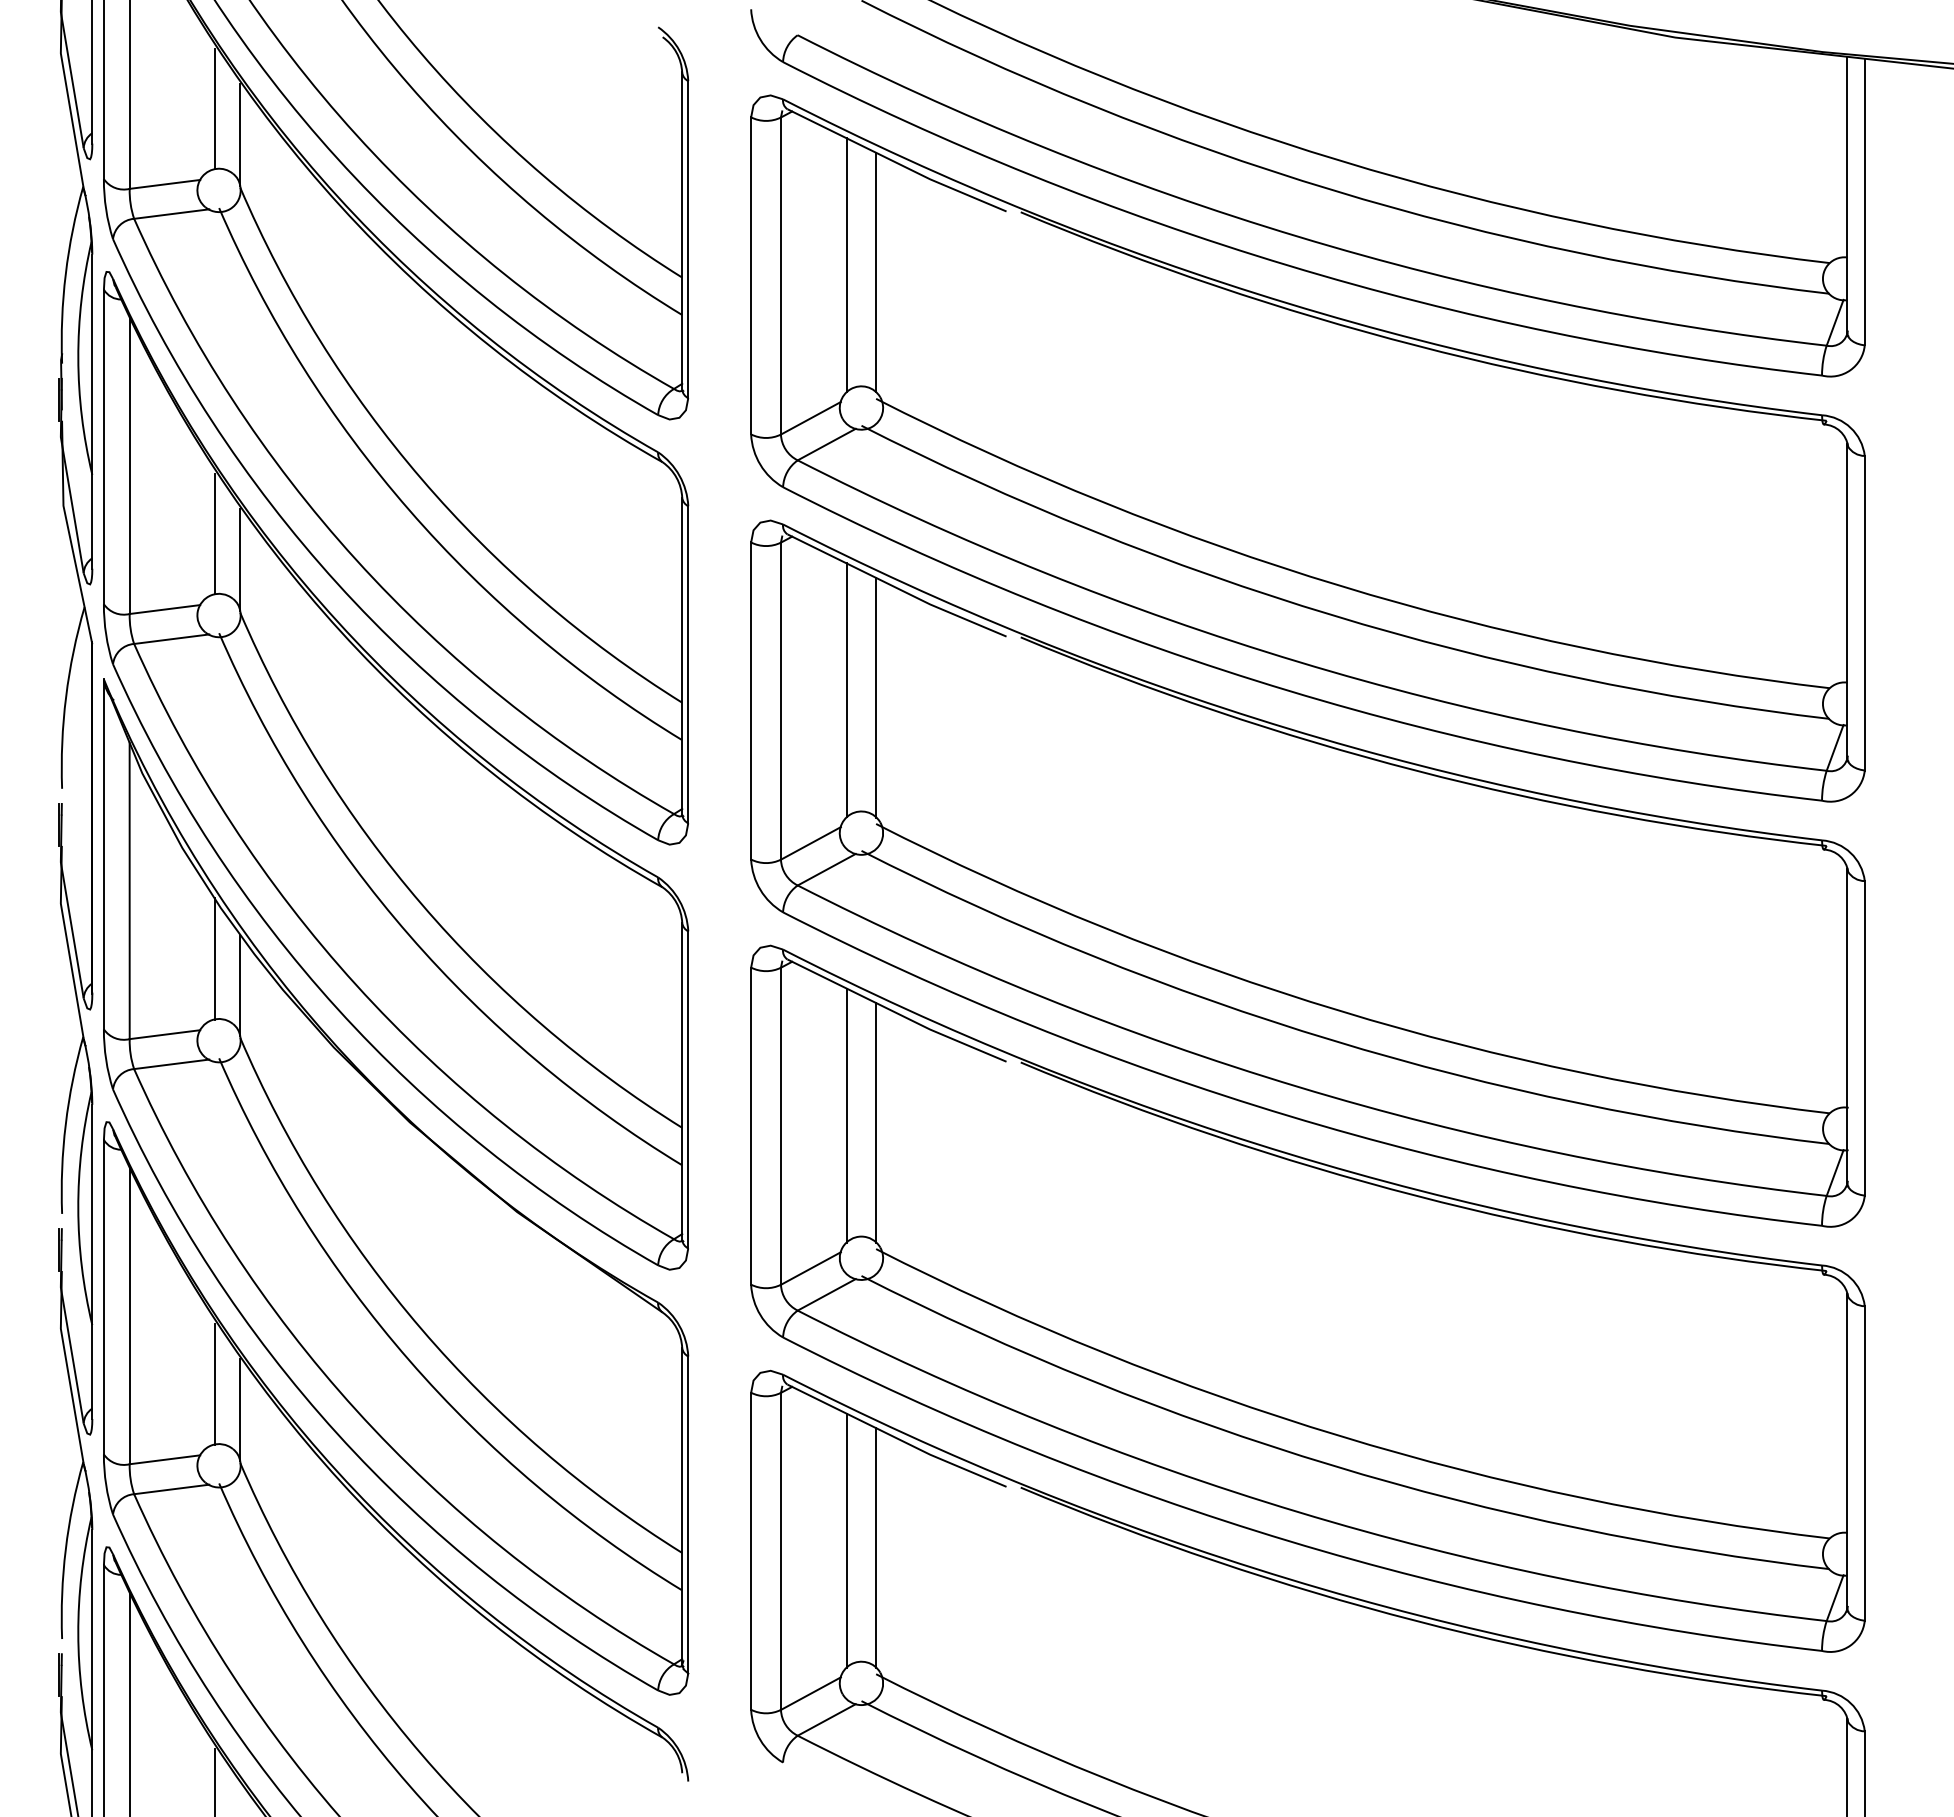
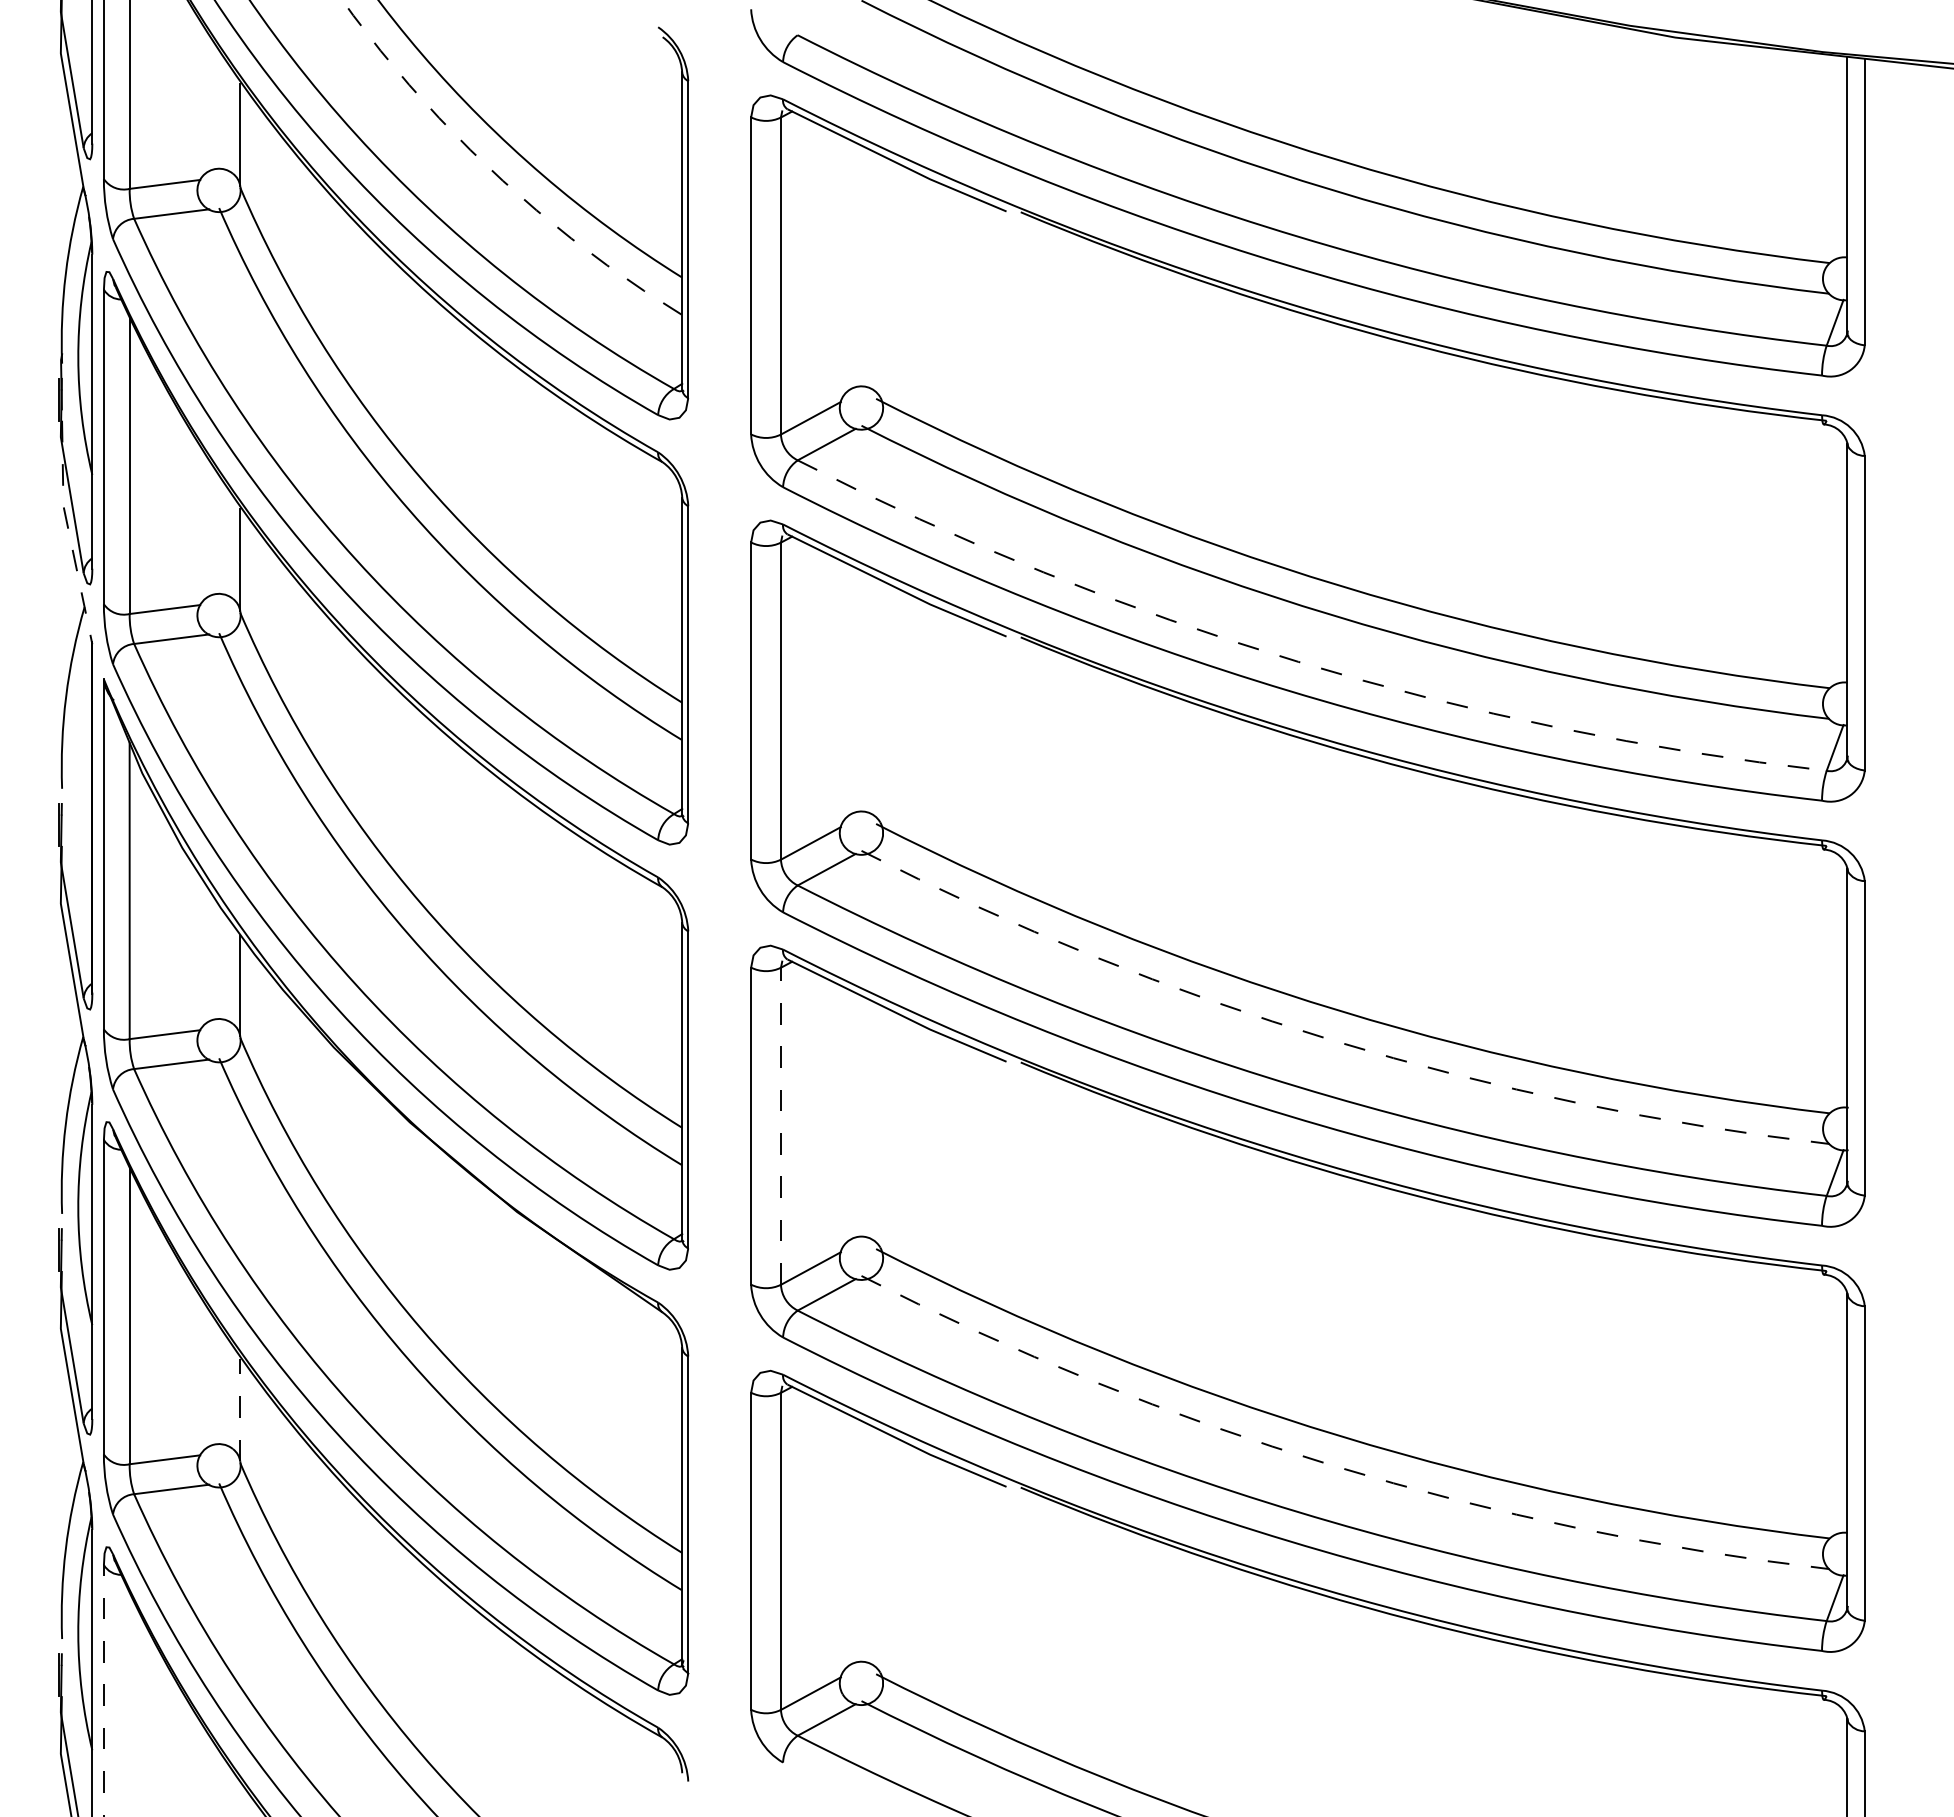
line at (214, 108): present -> none
arc at (496, 174): solid -> dashed
line at (846, 265): present -> none
line at (876, 272): present -> none
line at (69, 533): solid -> dashed
line at (214, 533): present -> none
arc at (1298, 661): solid -> dashed
line at (846, 690): present -> none
line at (876, 697): present -> none
line at (214, 958): present -> none
arc at (1332, 1040): solid -> dashed
line at (846, 1115): present -> none
line at (876, 1122): present -> none
line at (780, 1126): solid -> dashed
line at (214, 1383): present -> none
line at (240, 1410): solid -> dashed
arc at (1332, 1465): solid -> dashed
line at (846, 1540): present -> none
line at (876, 1547): present -> none
line at (103, 1690): solid -> dashed
line at (129, 1702): present -> none
line at (214, 1781): present -> none
